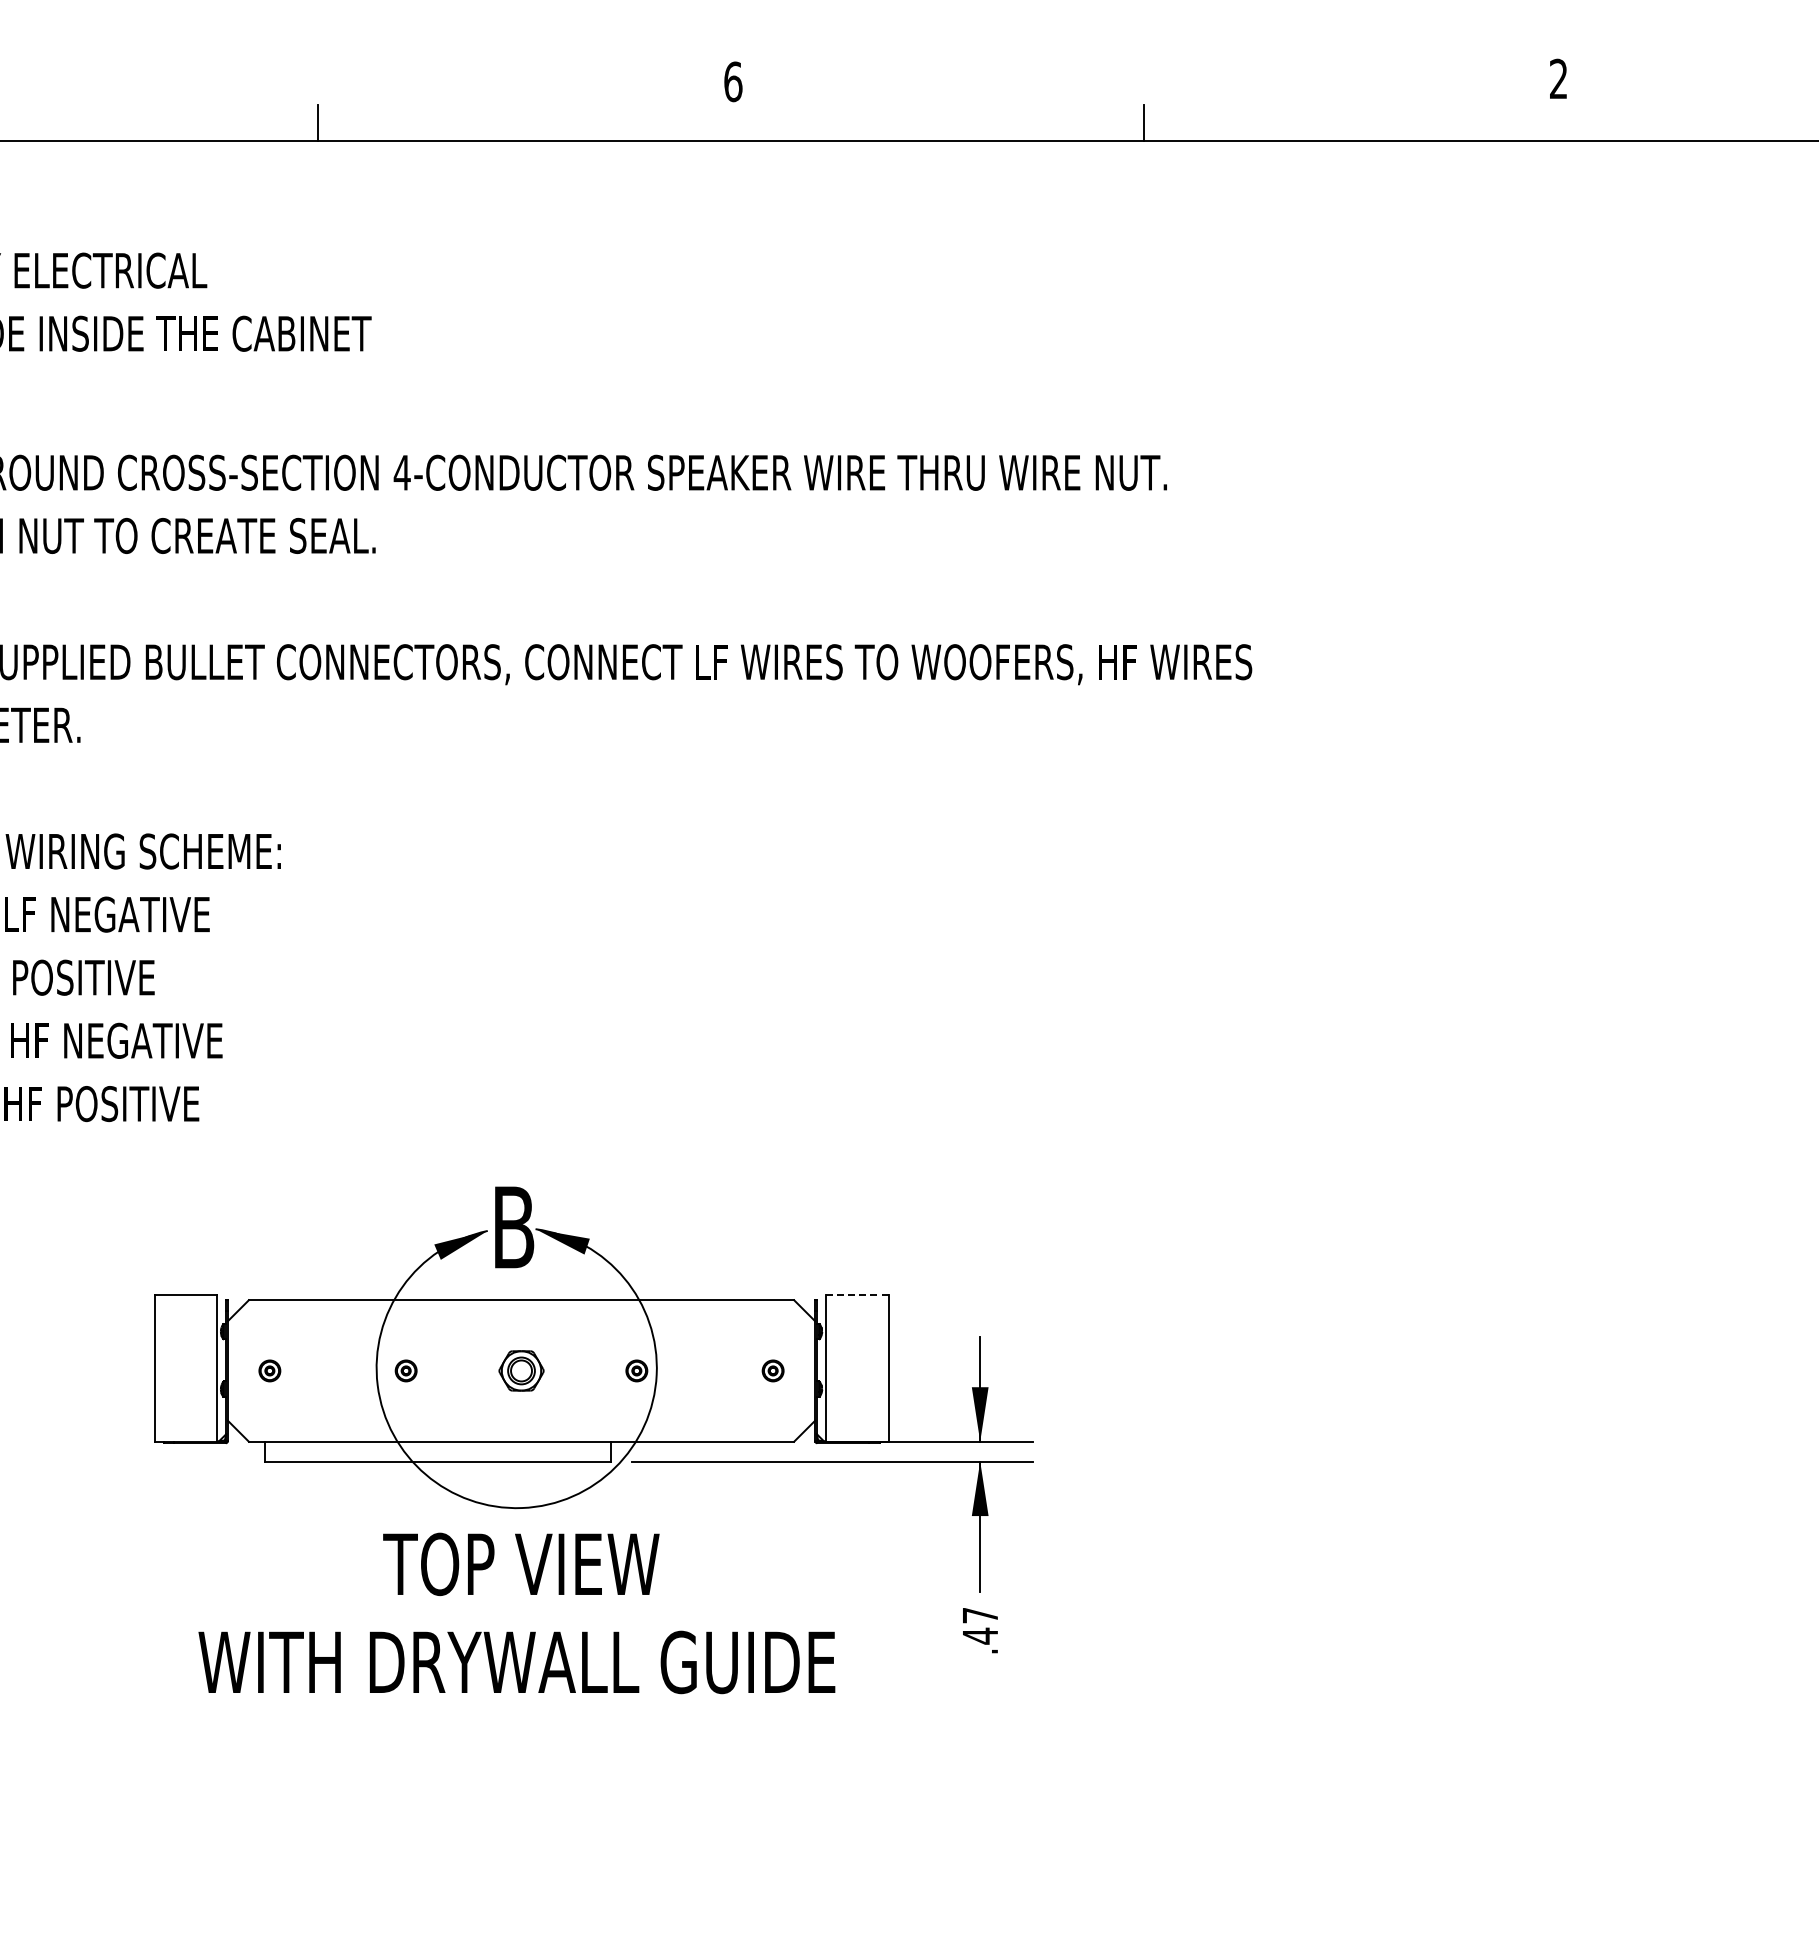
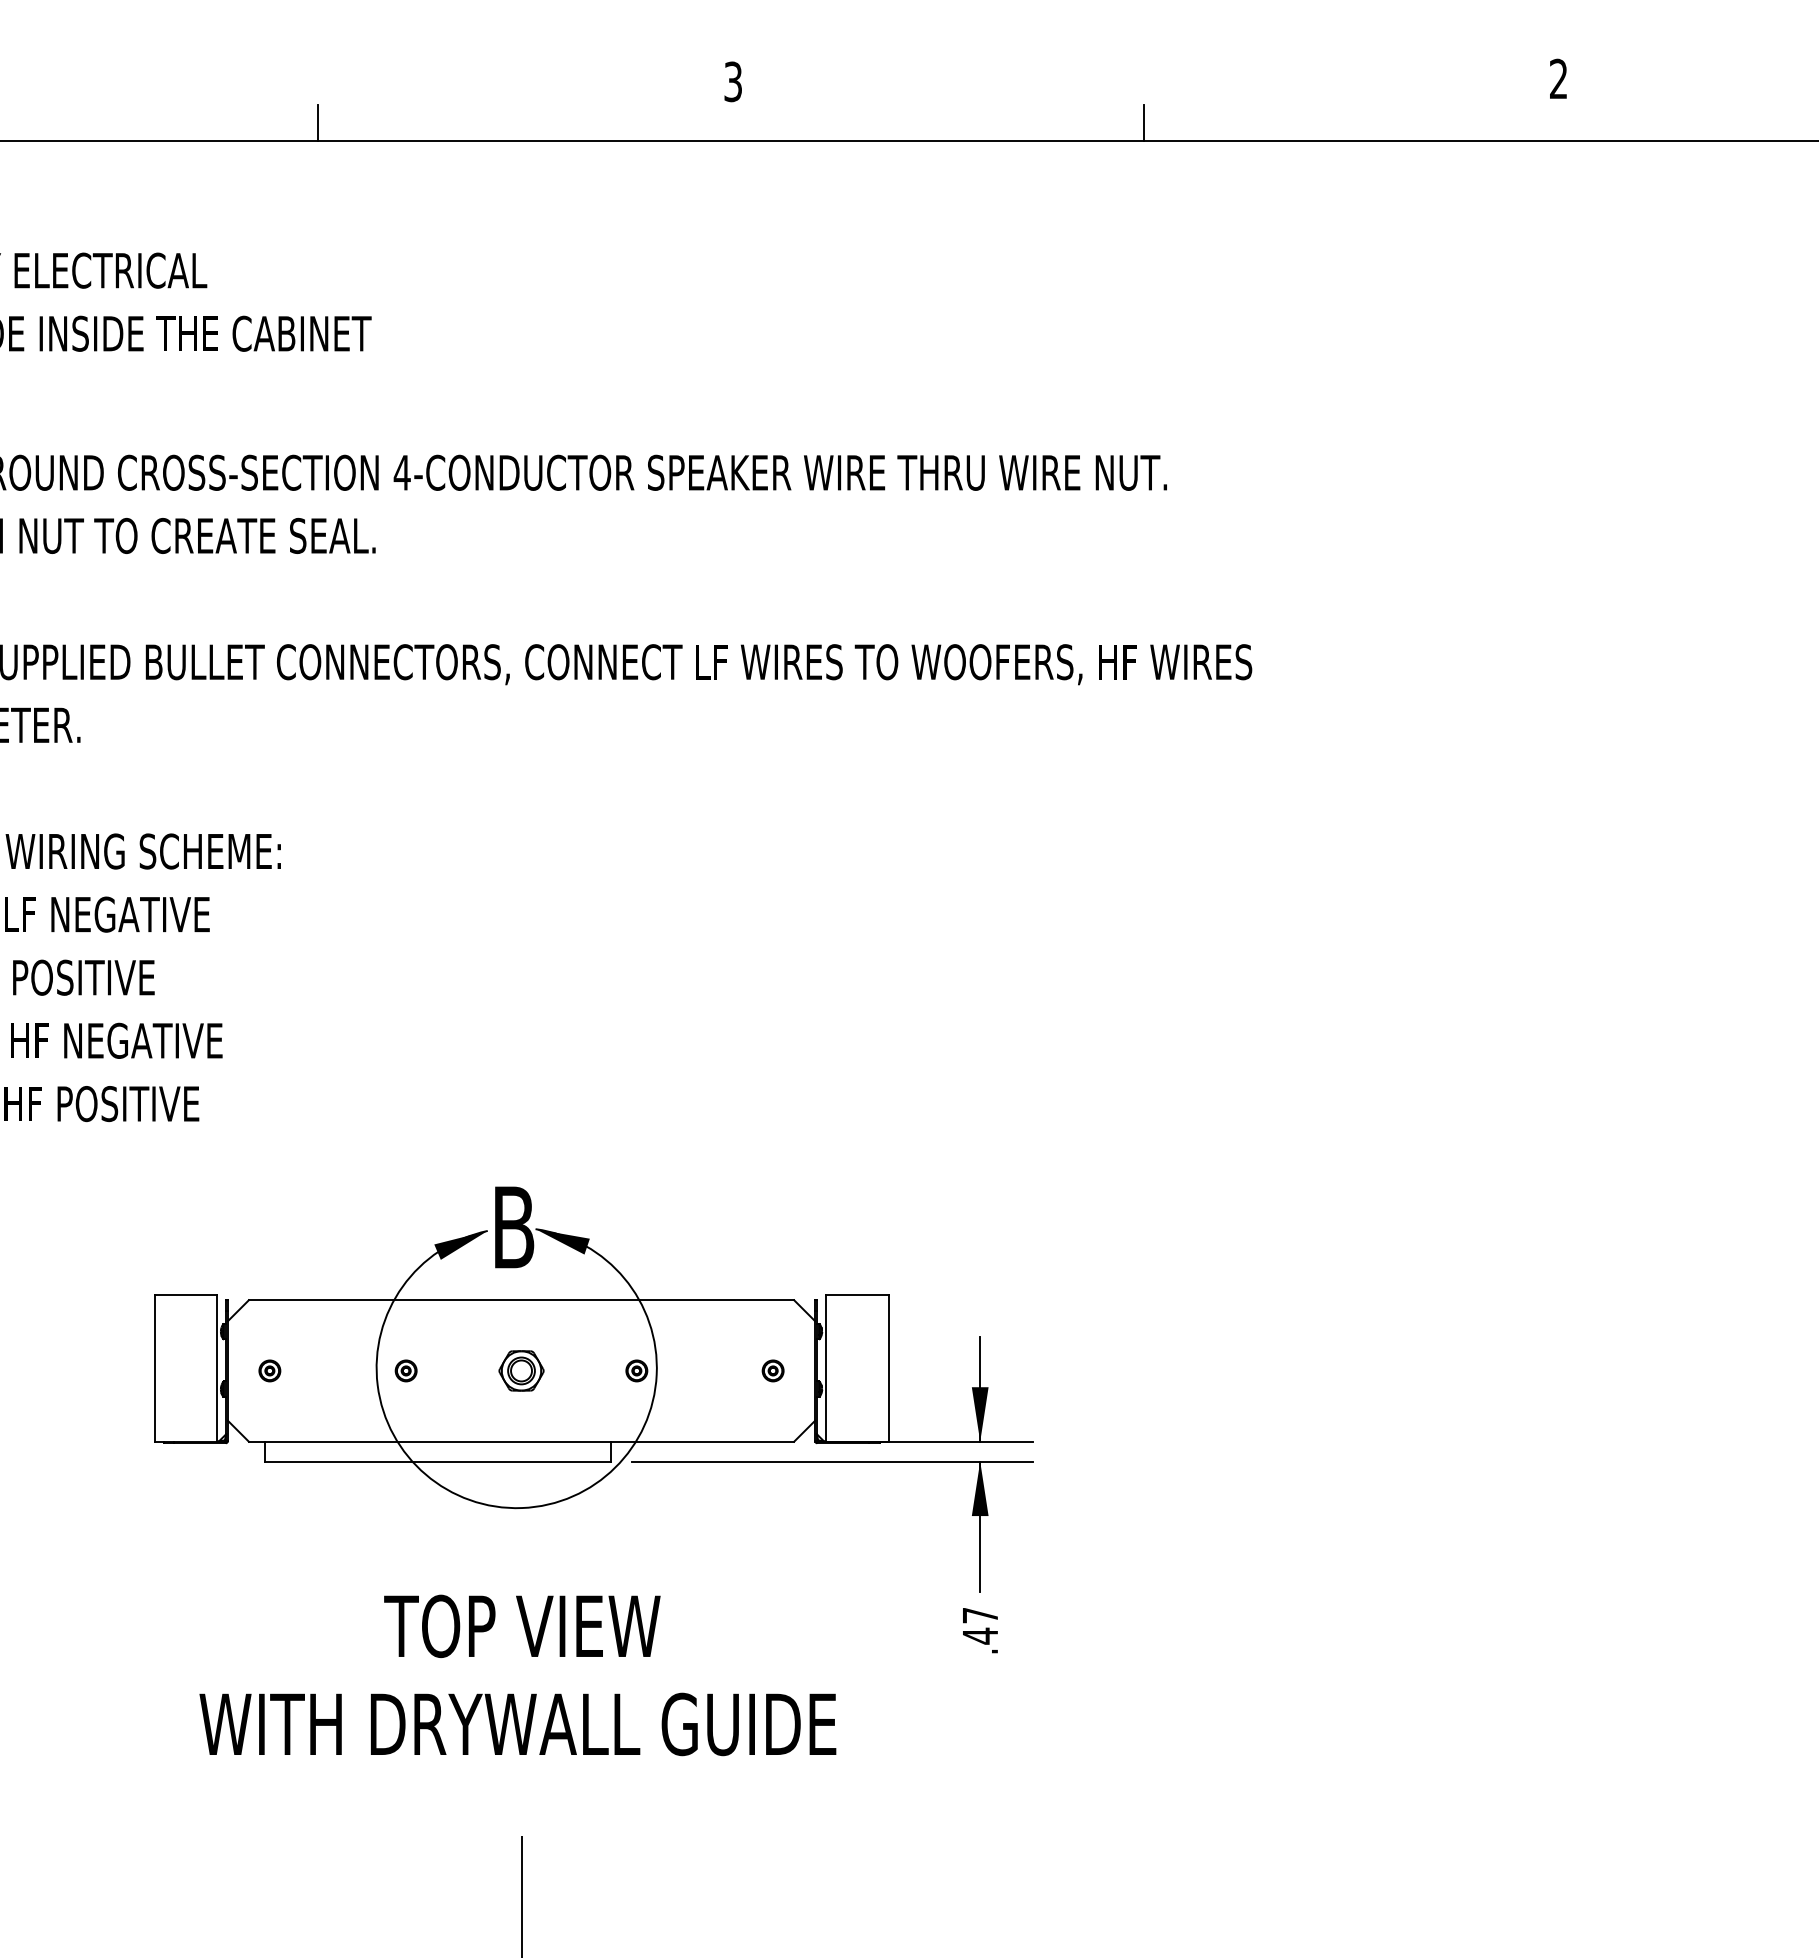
text at (733, 81): 6 -> 3
line at (856, 1294): dashed -> solid
text at (516, 1613) position: (516, 1613) -> (517, 1675)
line at (521, 1894): none -> present
